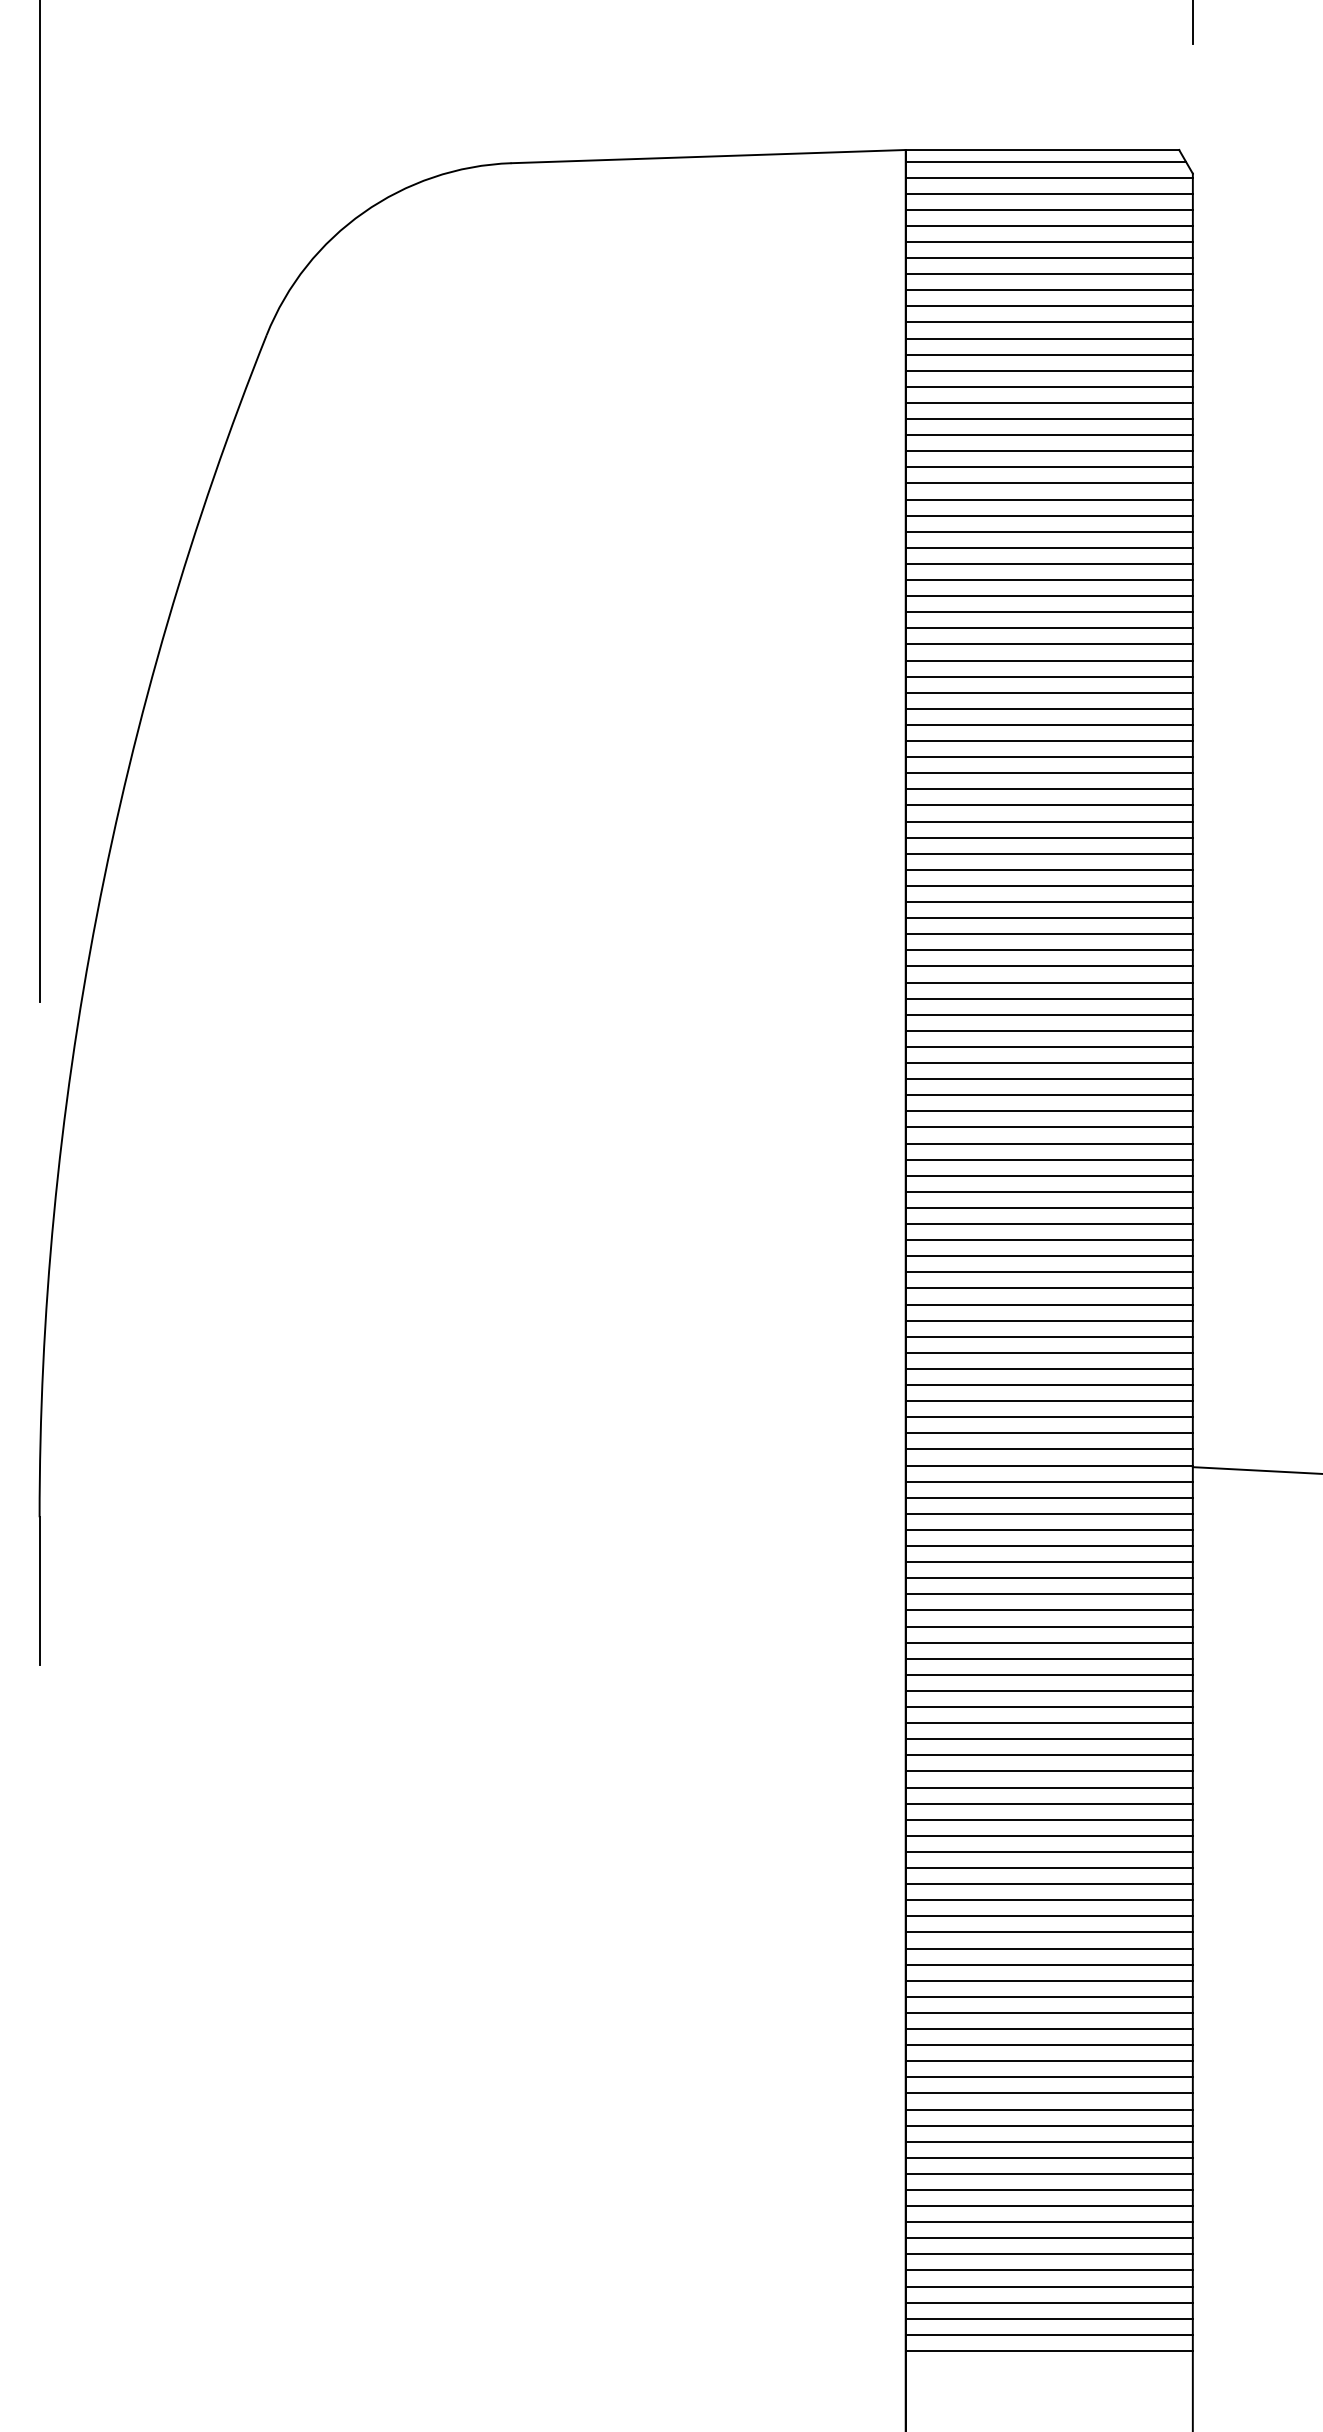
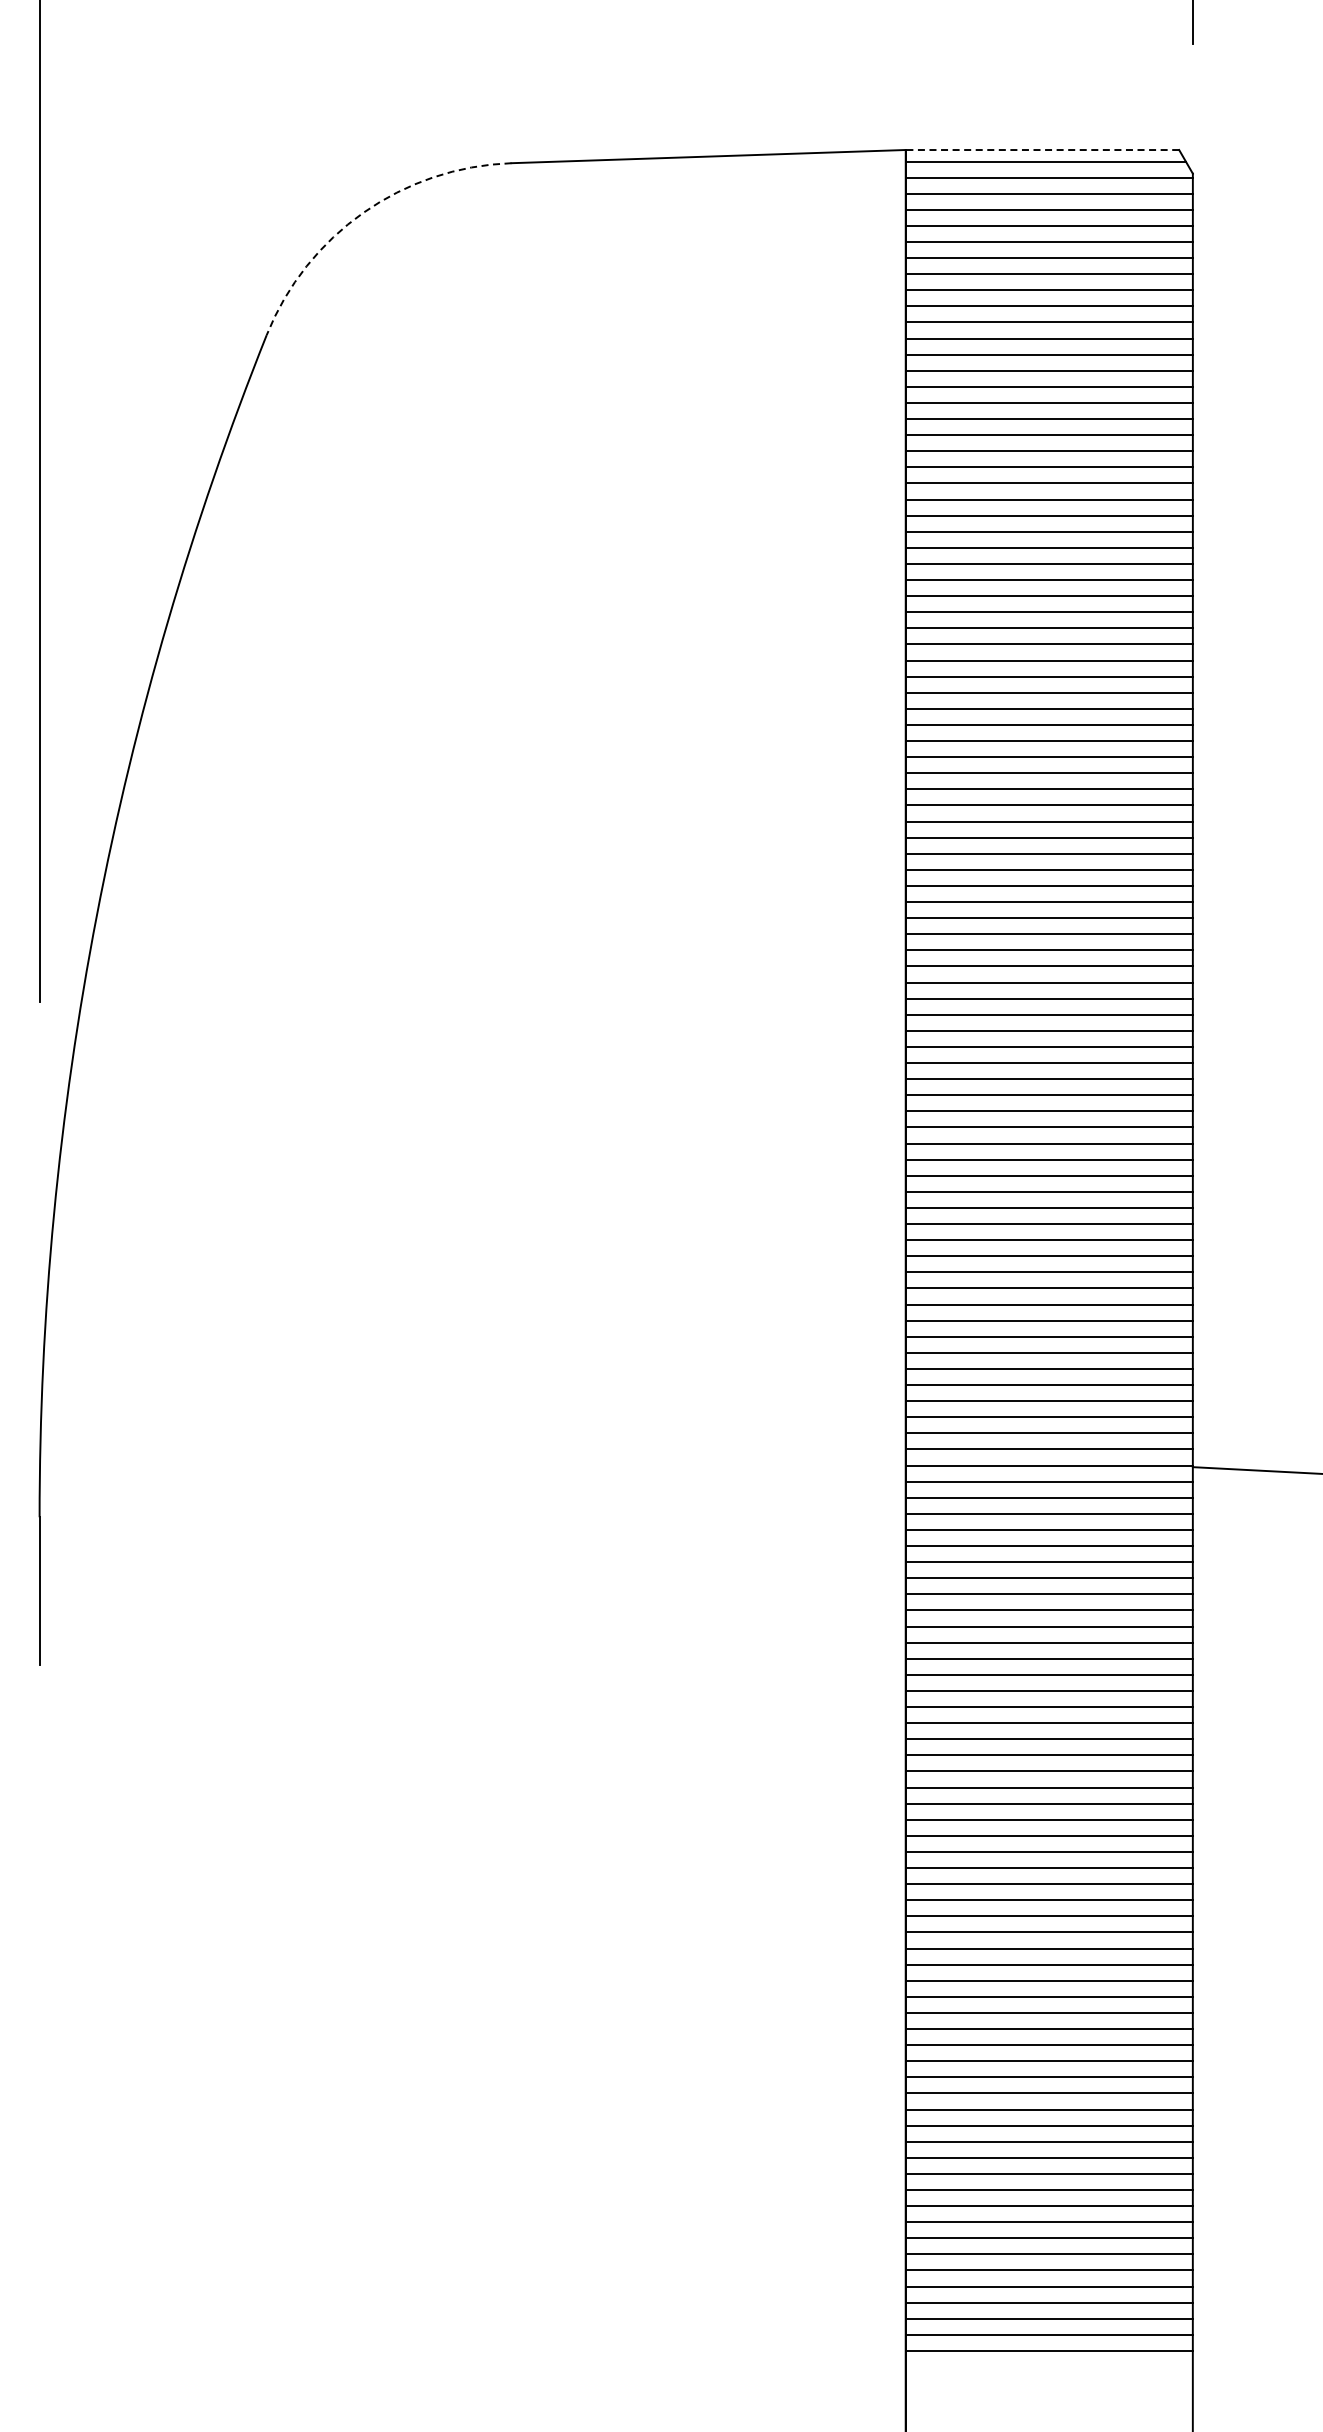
line at (1042, 150): solid -> dashed
arc at (363, 212): solid -> dashed
